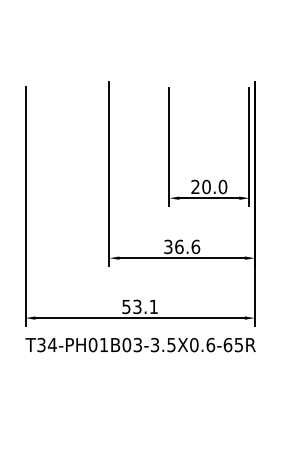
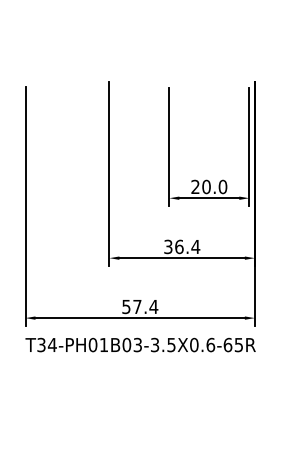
text at (195, 246): 36.6 -> 36.4
text at (145, 306): 53.1 -> 57.4
